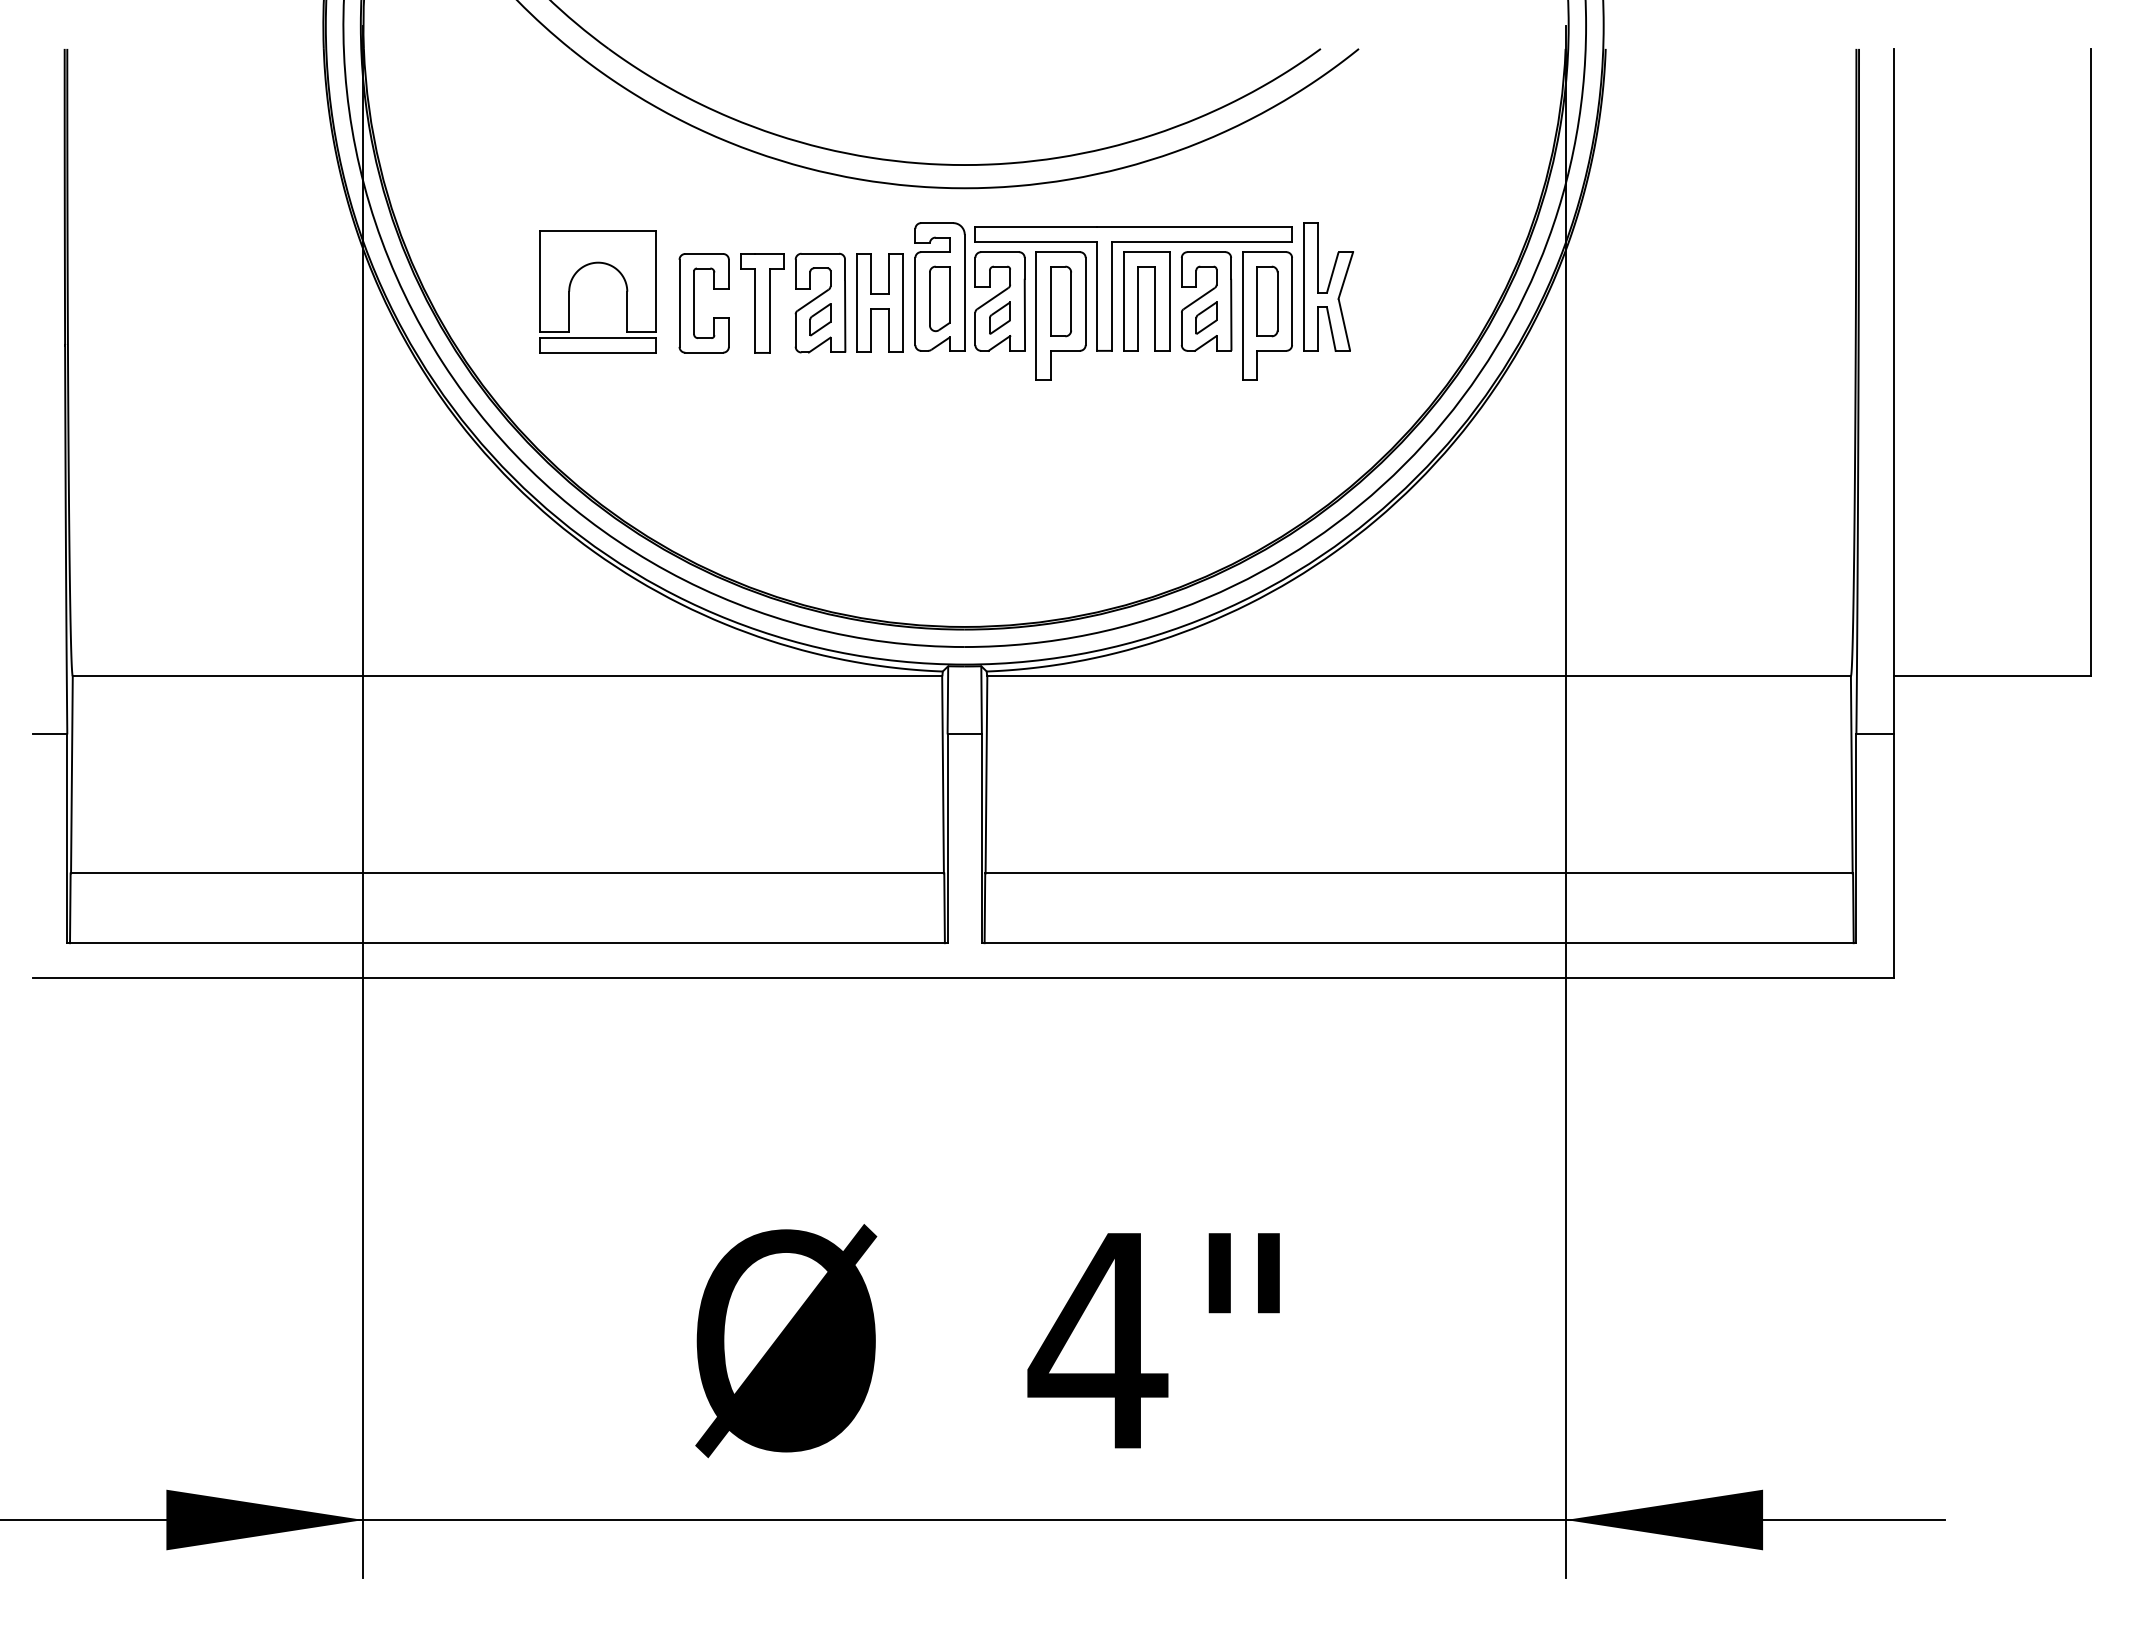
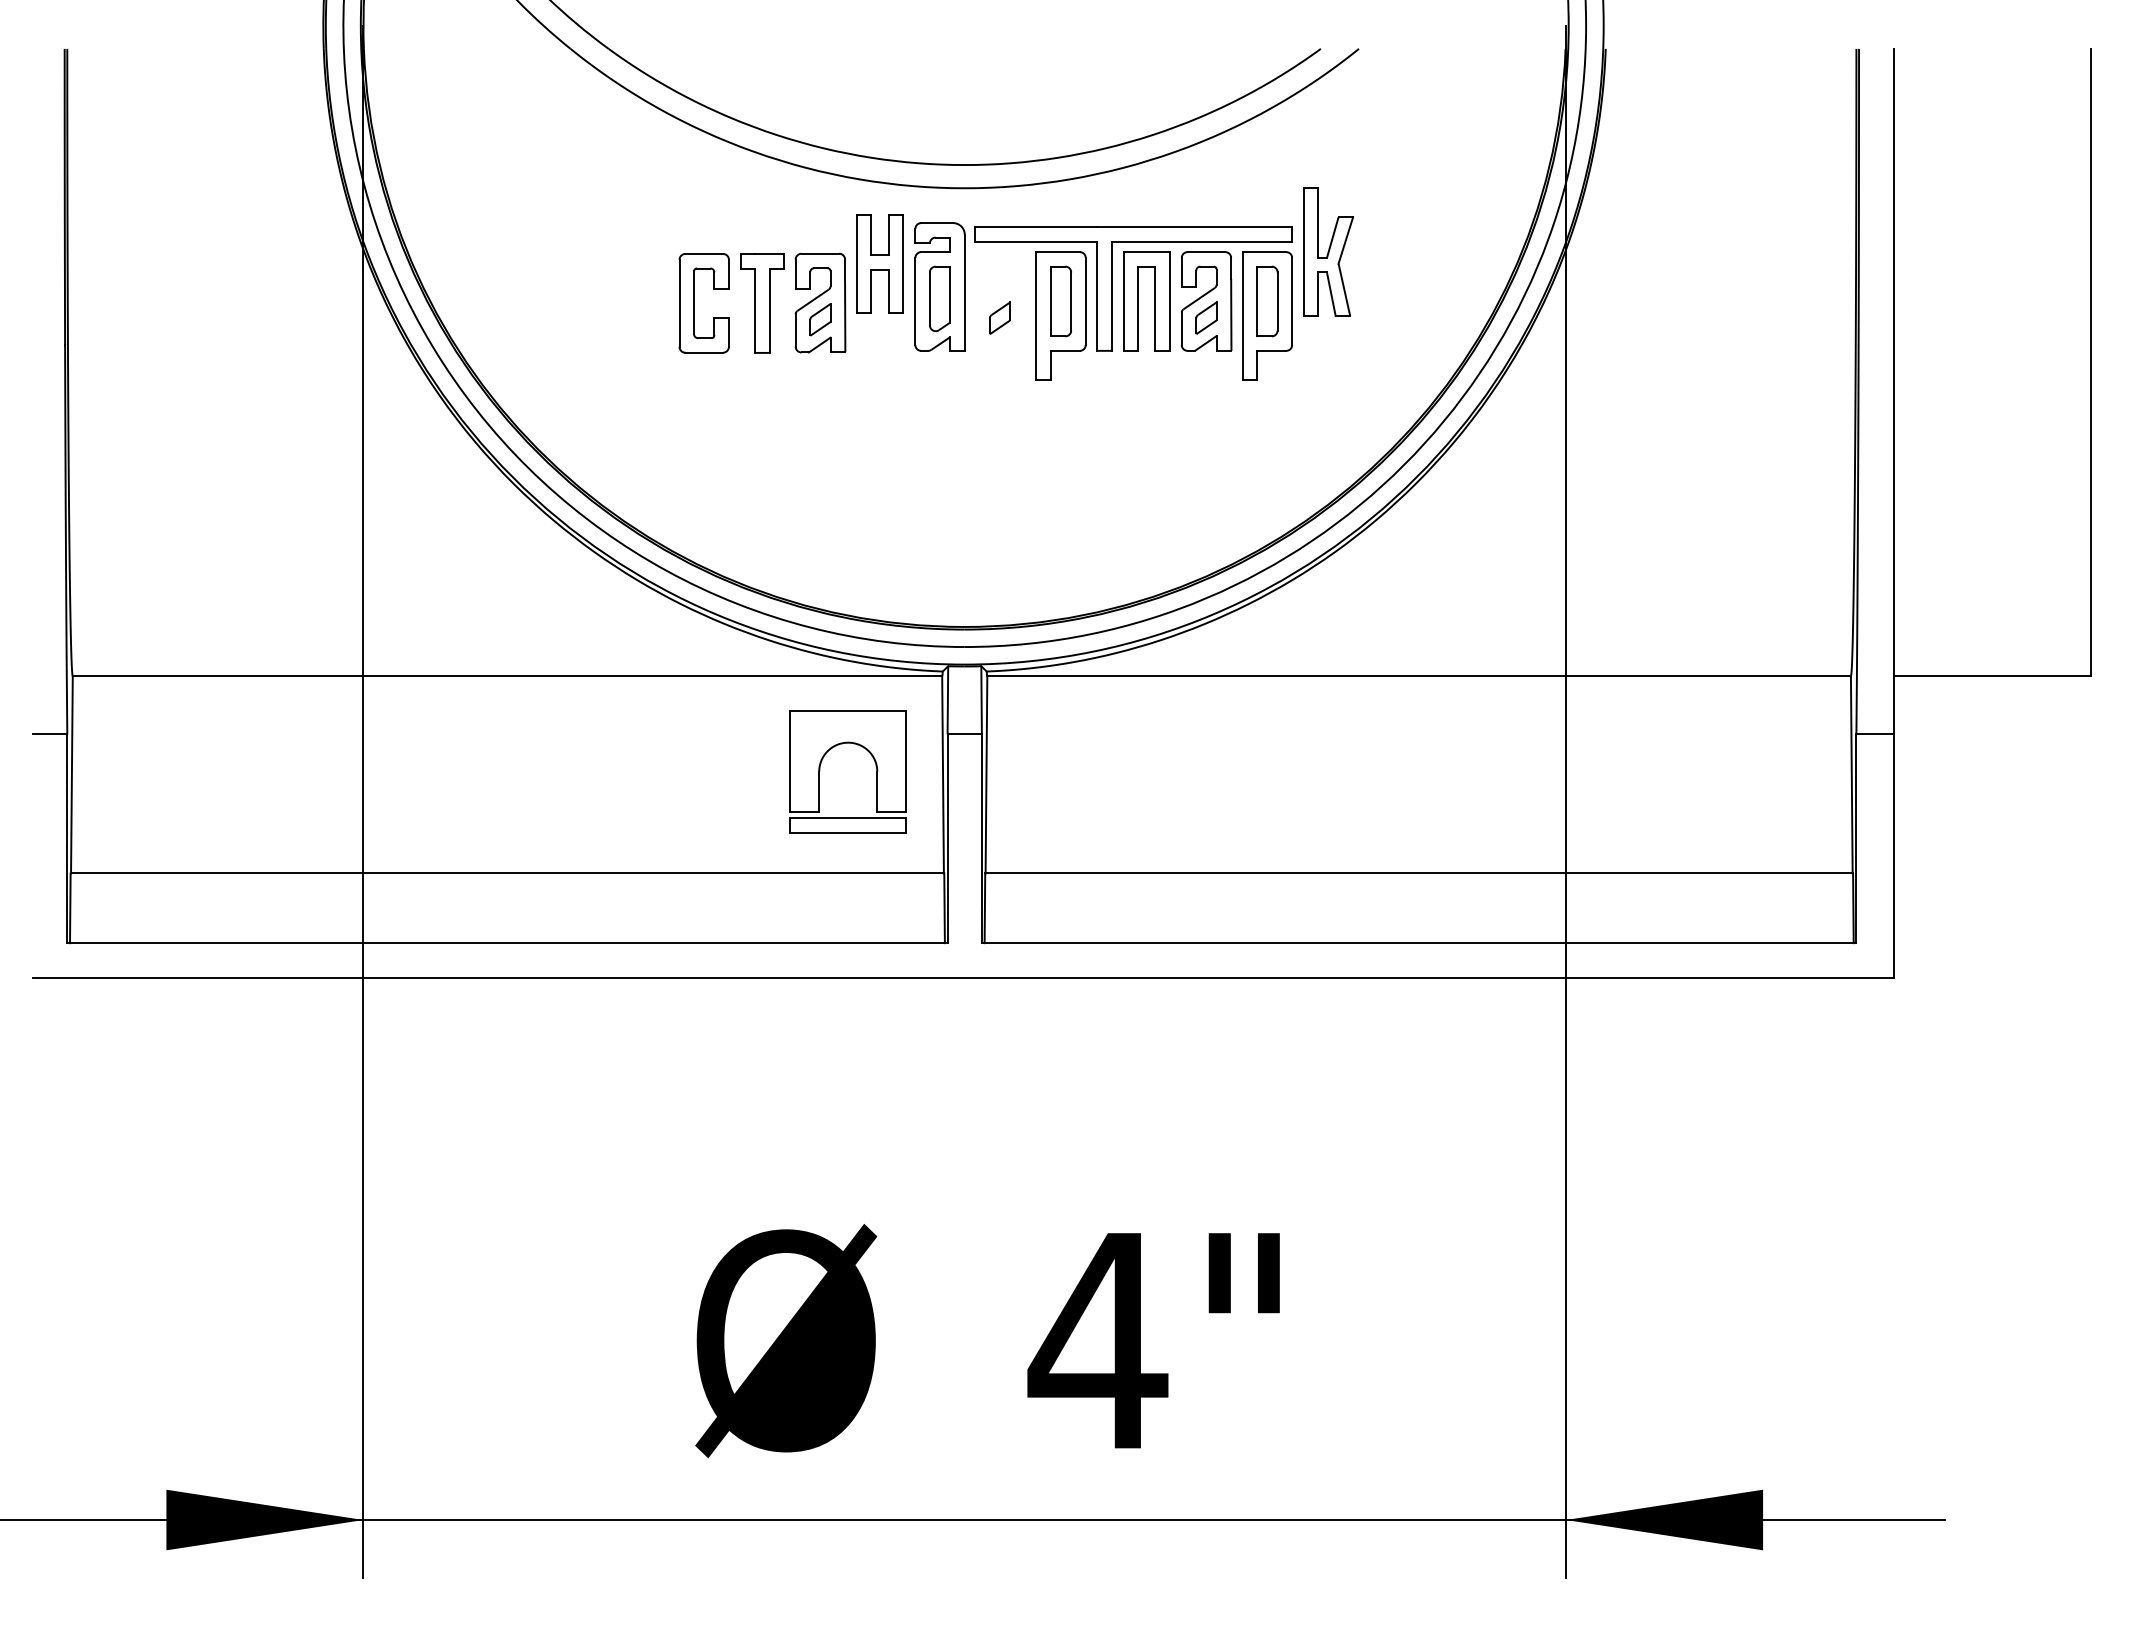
part at (572, 281) position: (572, 281) -> (822, 761)
part at (1328, 286) position: (1328, 286) -> (1328, 251)
part at (999, 301): present -> none
part at (879, 302) position: (879, 302) -> (879, 263)
